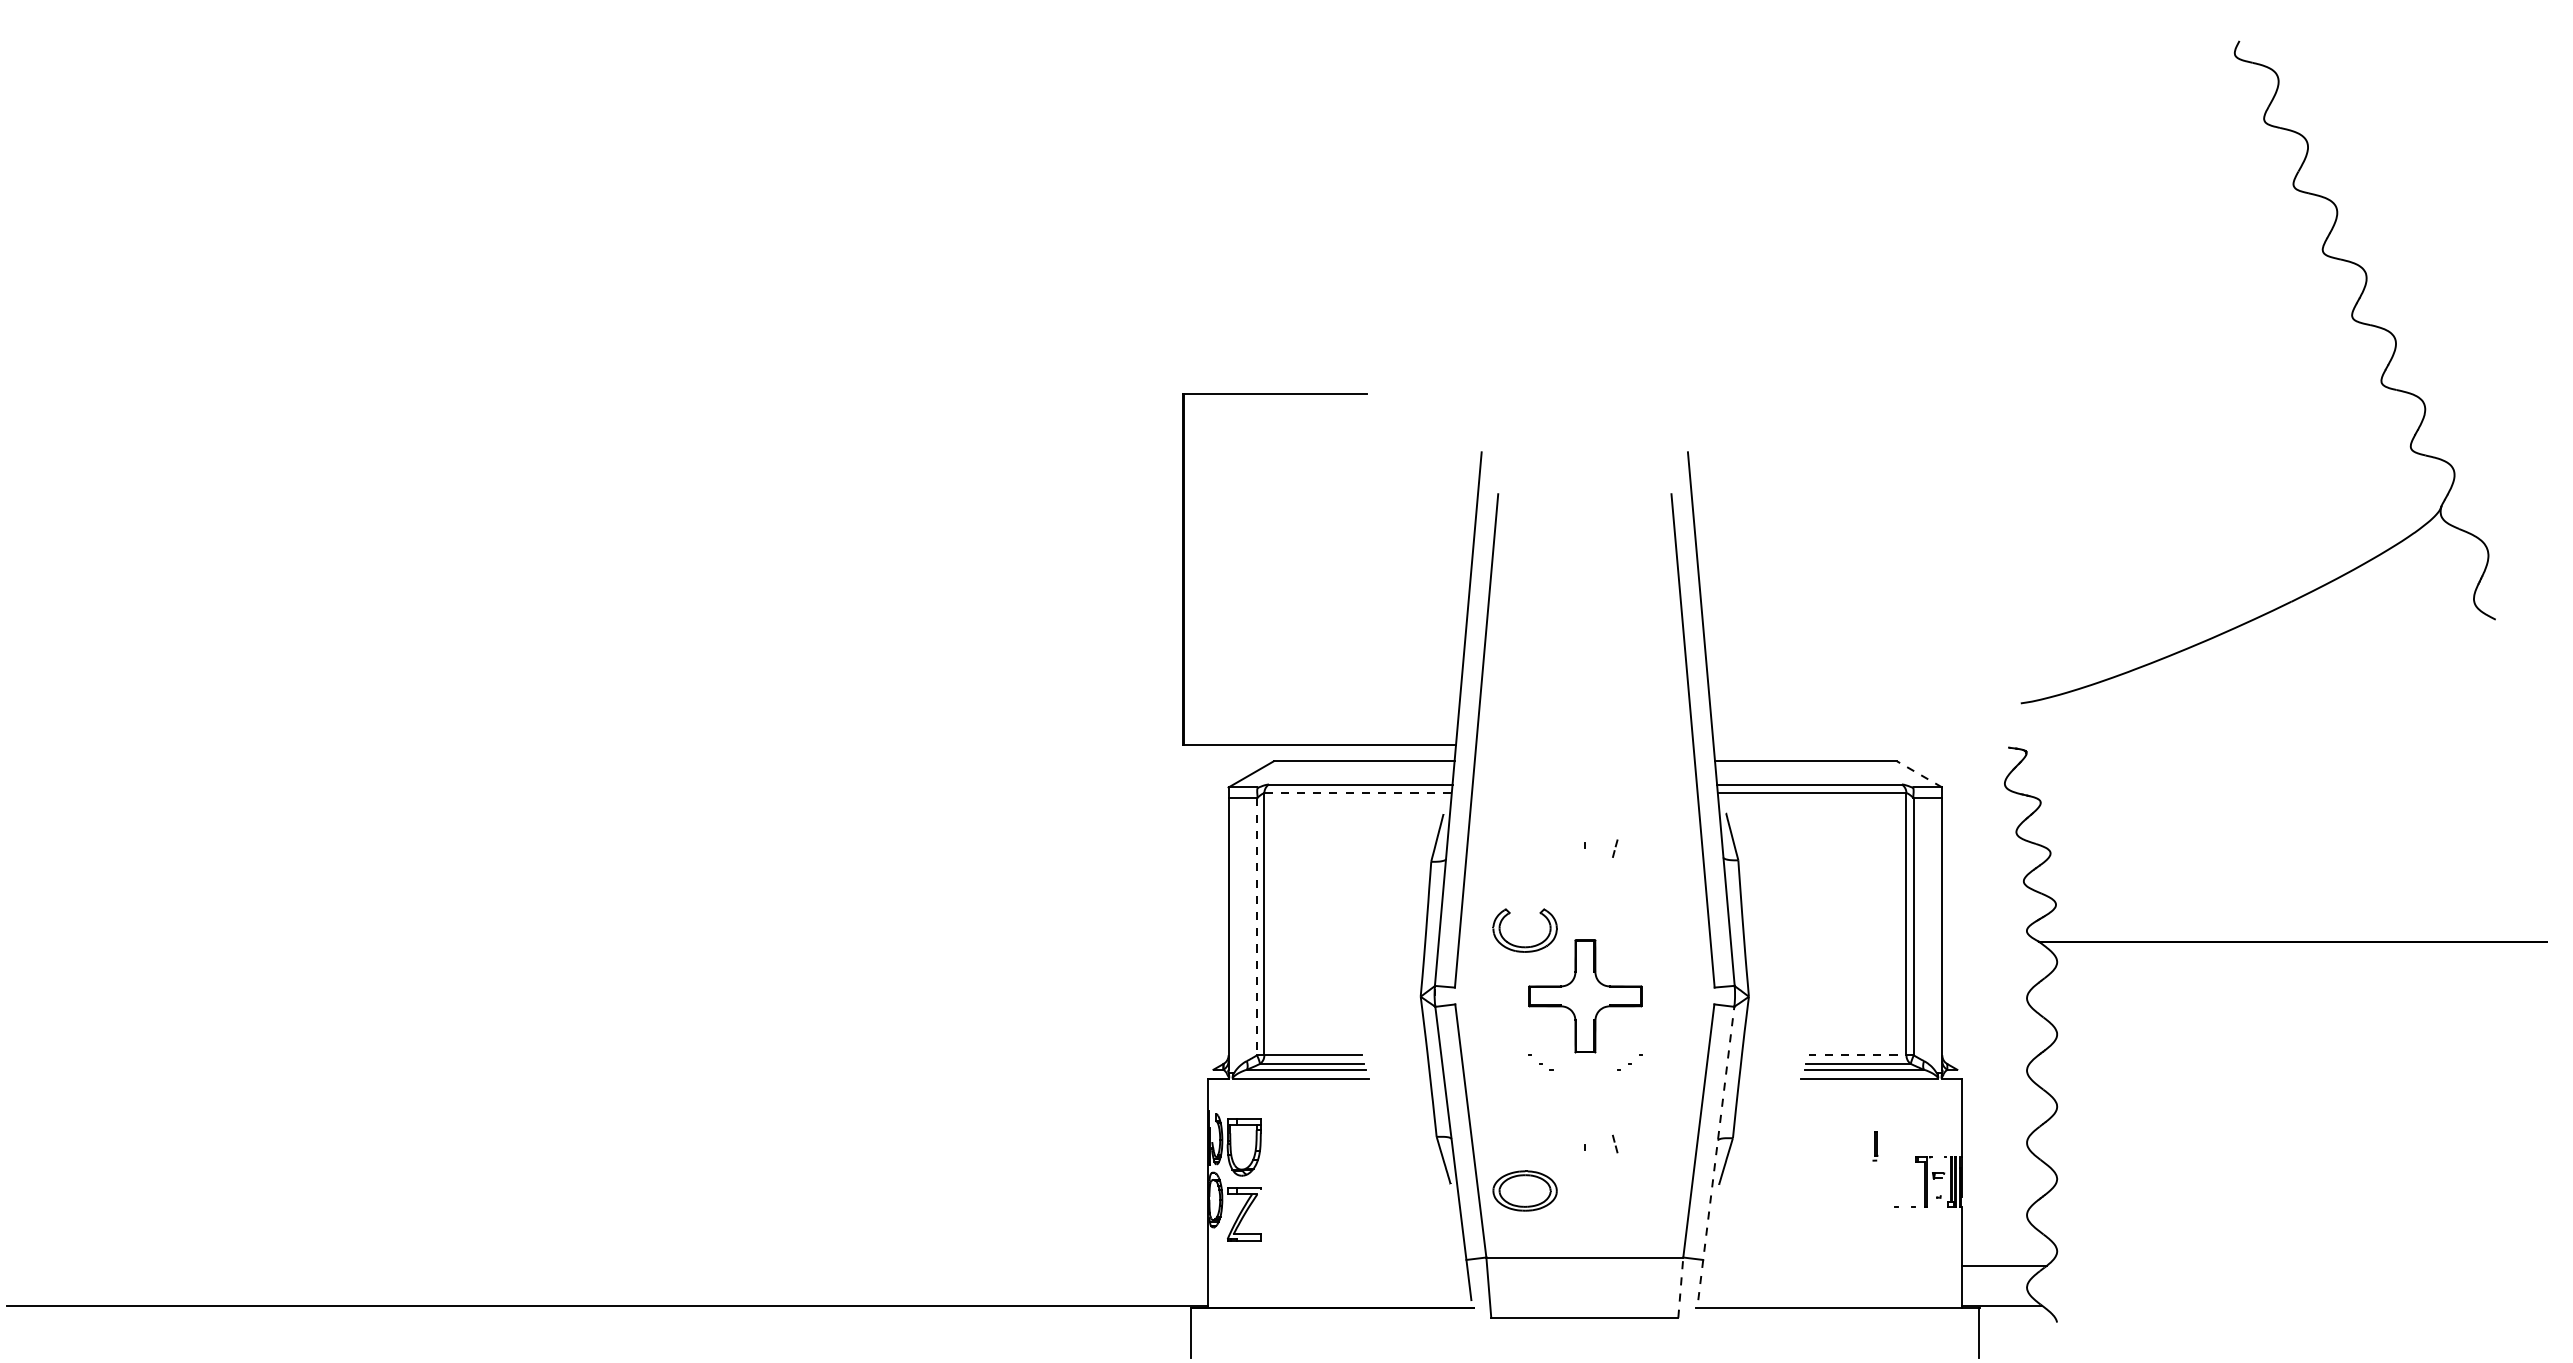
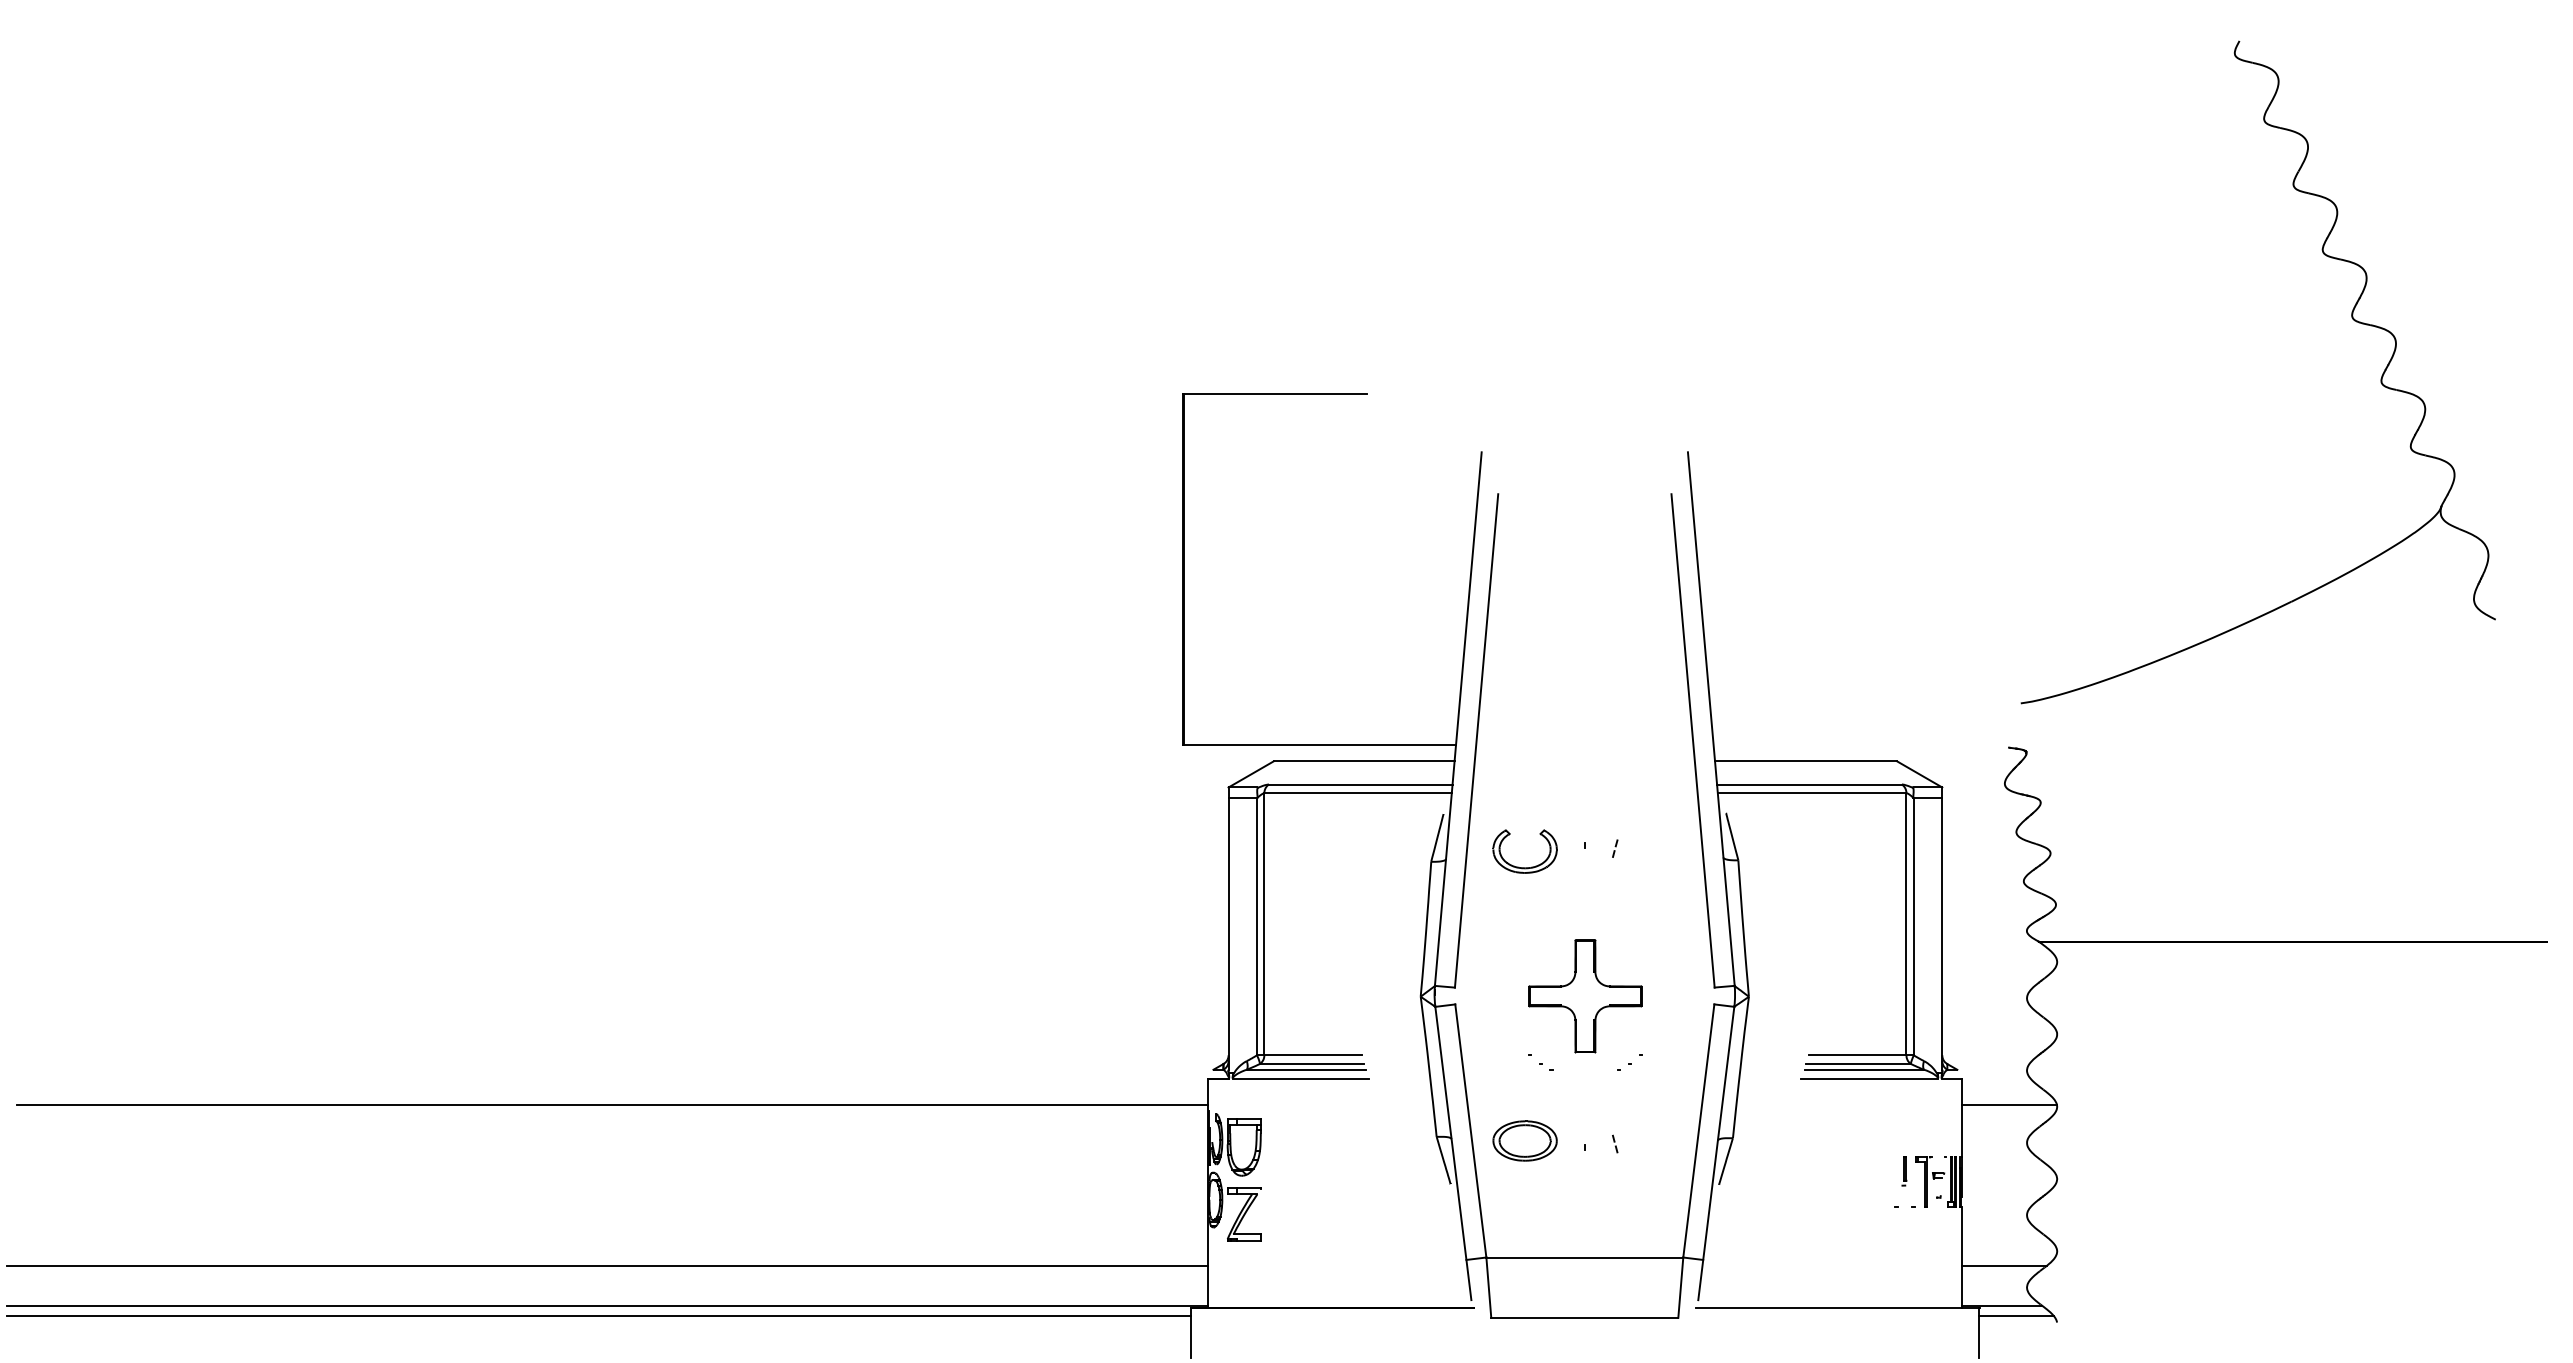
line at (1919, 774): dashed -> solid
line at (1358, 793): dashed -> solid
line at (1257, 927): dashed -> solid
part at (1524, 946) position: (1524, 946) -> (1524, 867)
line at (1860, 1055): dashed -> solid
line at (612, 1104): none -> present
line at (2009, 1104): none -> present
part at (1875, 1146) position: (1875, 1146) -> (1904, 1171)
line at (1716, 1153): dashed -> solid
part at (1524, 1190) position: (1524, 1190) -> (1524, 1140)
line at (607, 1265): none -> present
line at (1680, 1287): dashed -> solid
line at (599, 1315): none -> present
line at (2016, 1315): none -> present
